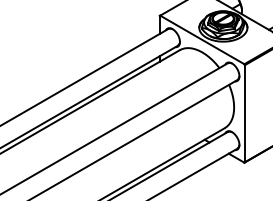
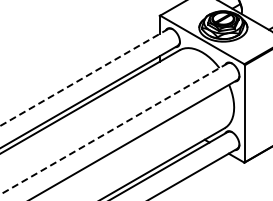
line at (84, 77): solid -> dashed
line at (113, 129): solid -> dashed
